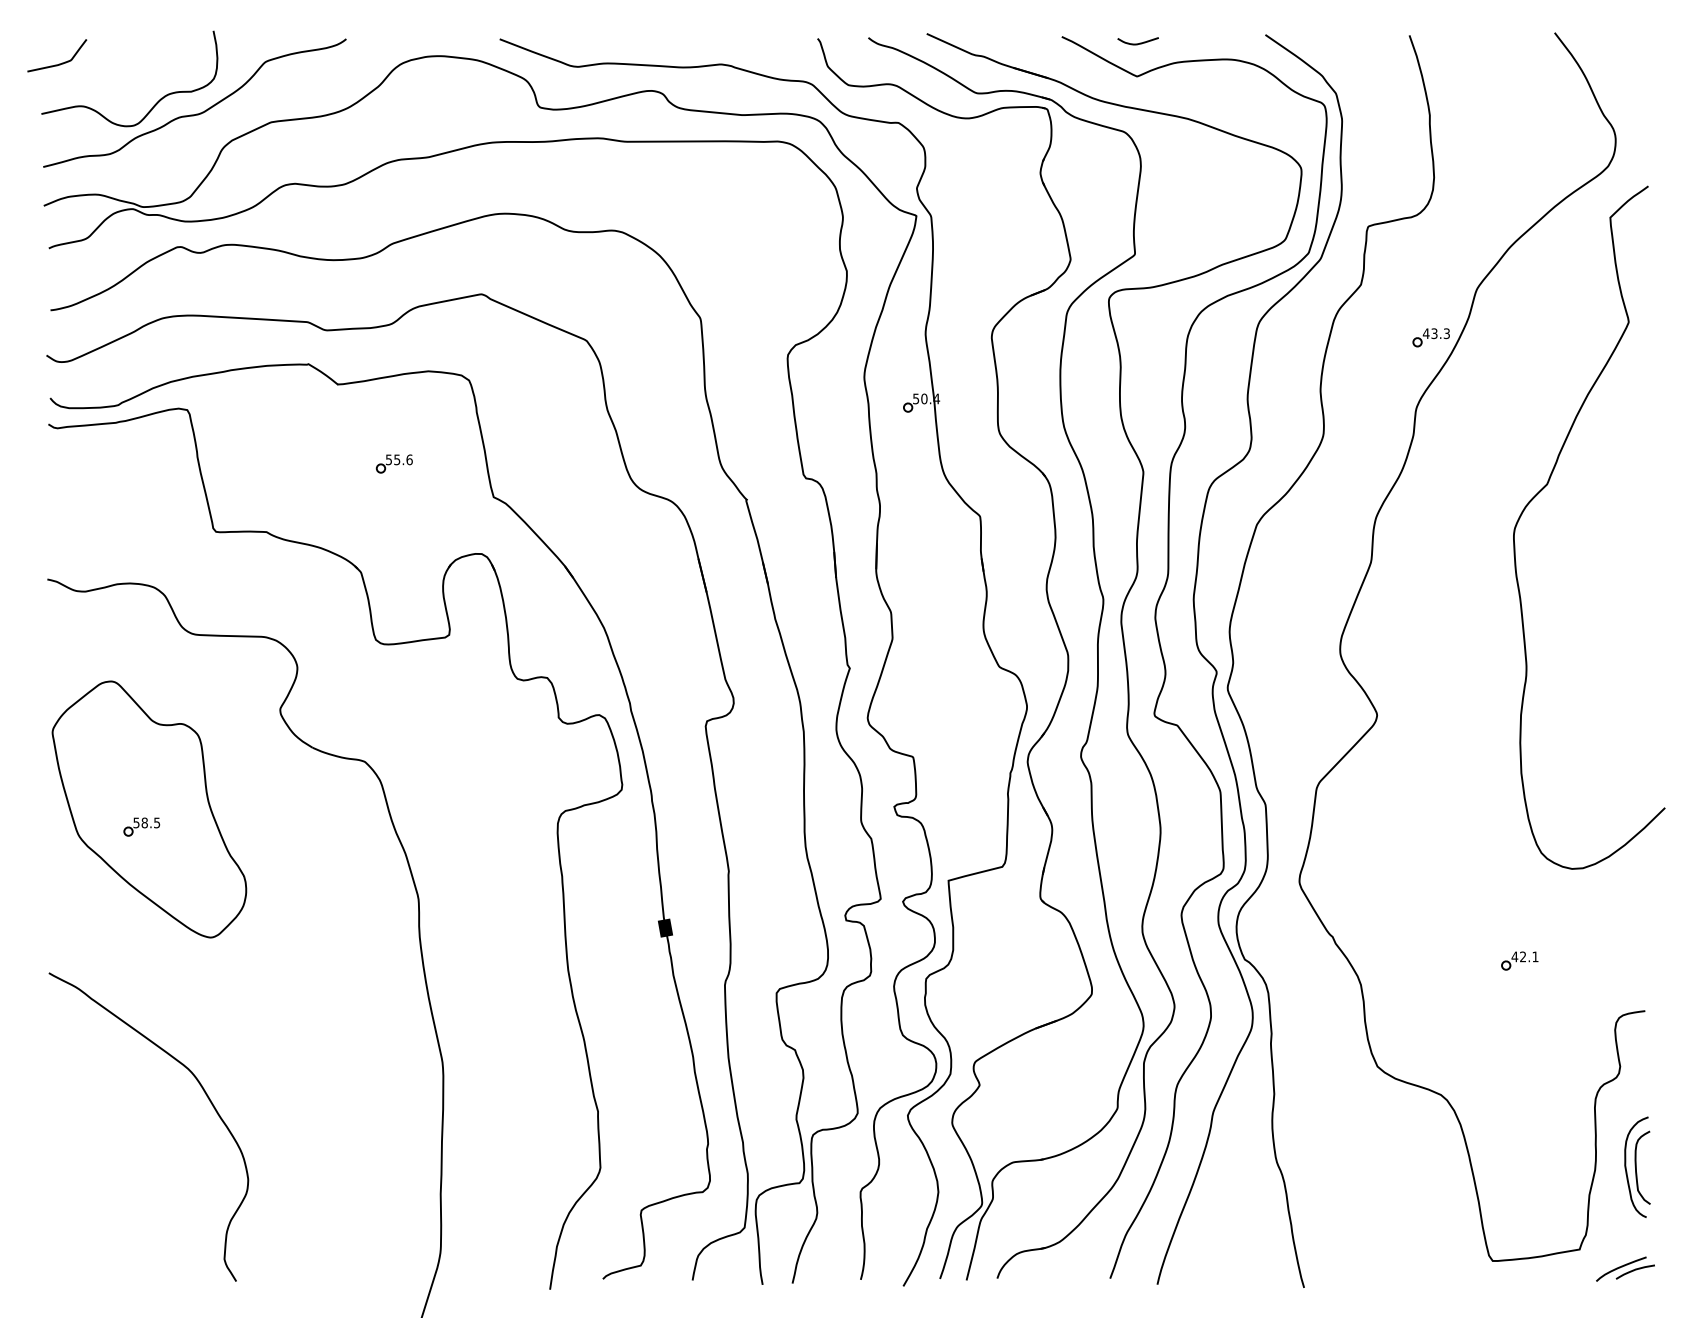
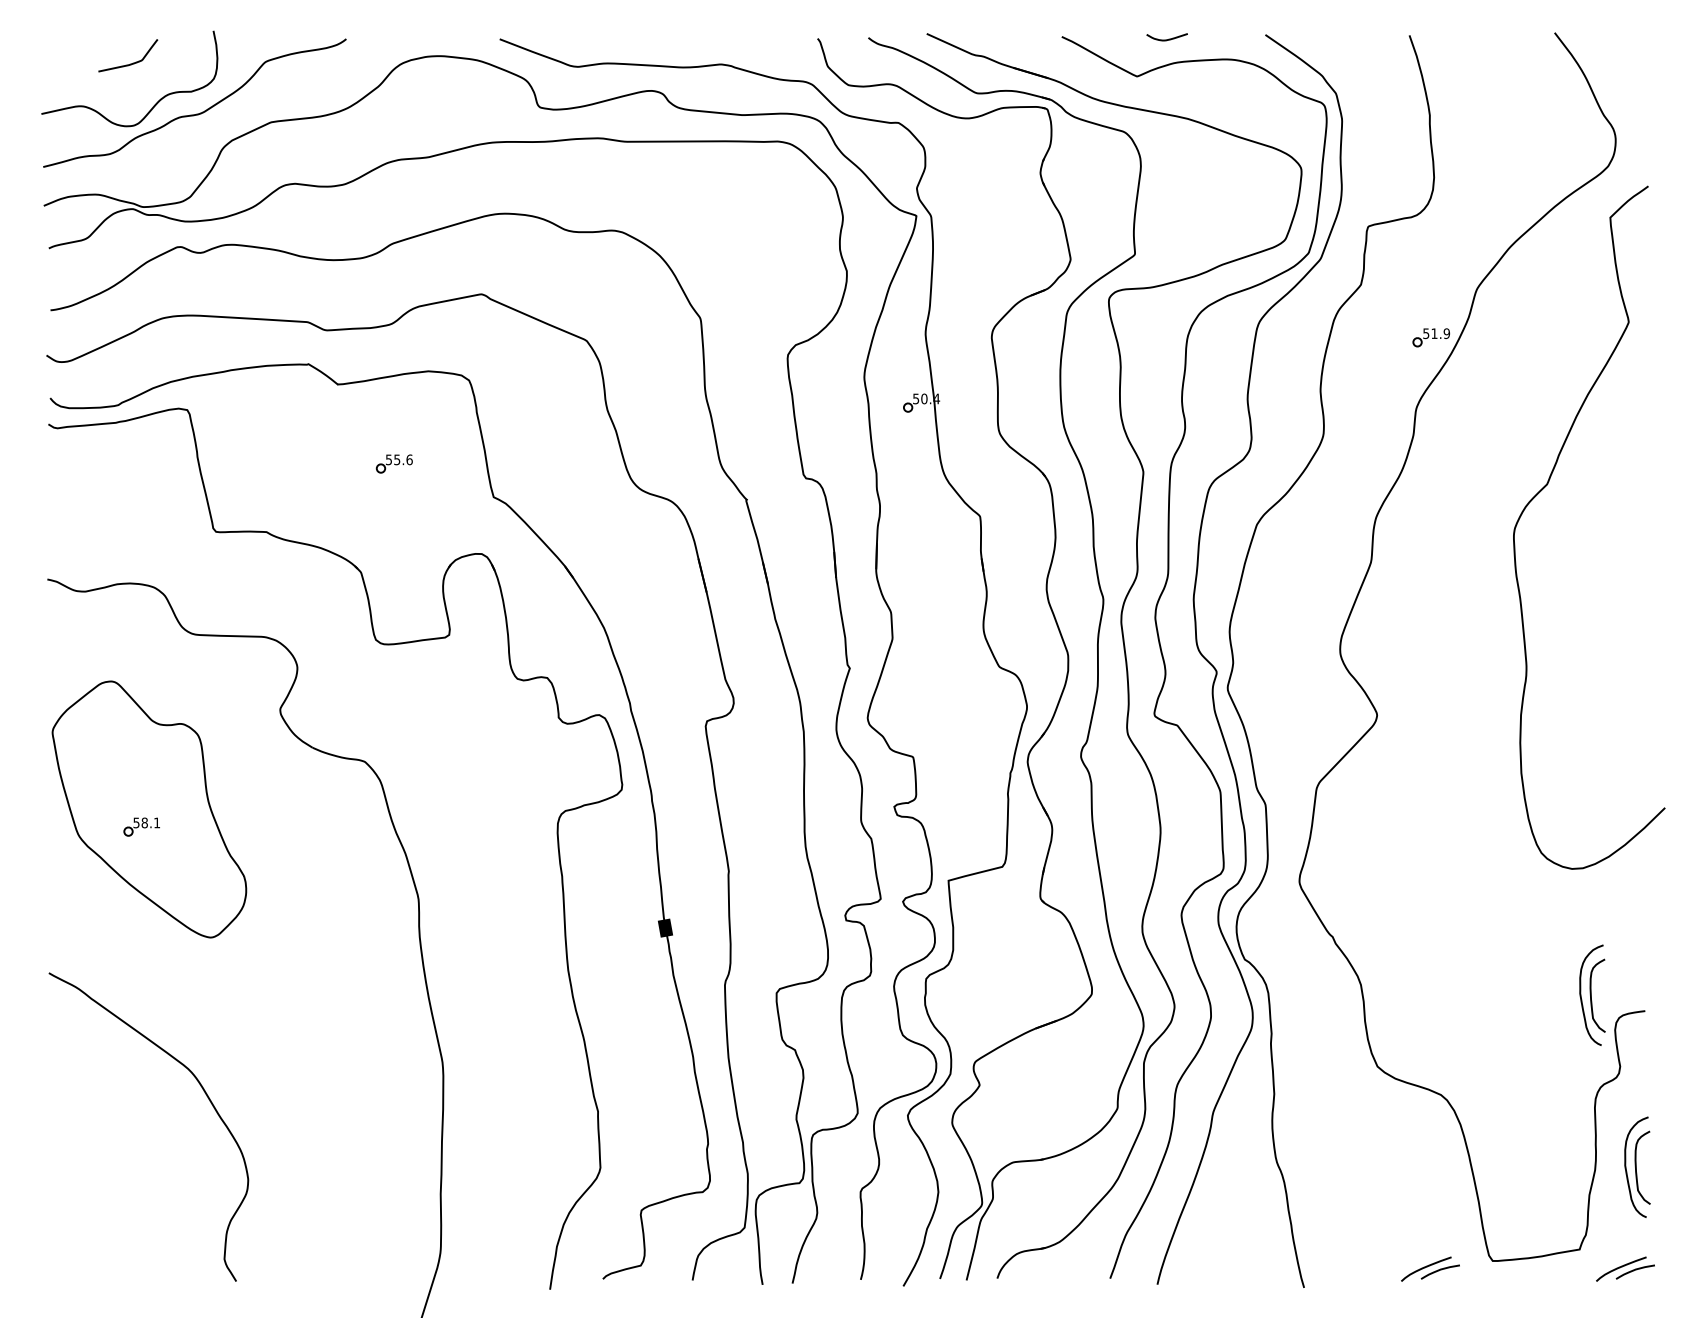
curve at (1137, 43) position: (1137, 43) -> (1166, 39)
curve at (59, 63) position: (59, 63) -> (130, 63)
text at (1436, 333): 43.3 -> 51.9
text at (157, 822): 58.5 -> 58.1
part at (1519, 960): present -> none
part at (1592, 994): none -> present
part at (1430, 1268): none -> present
